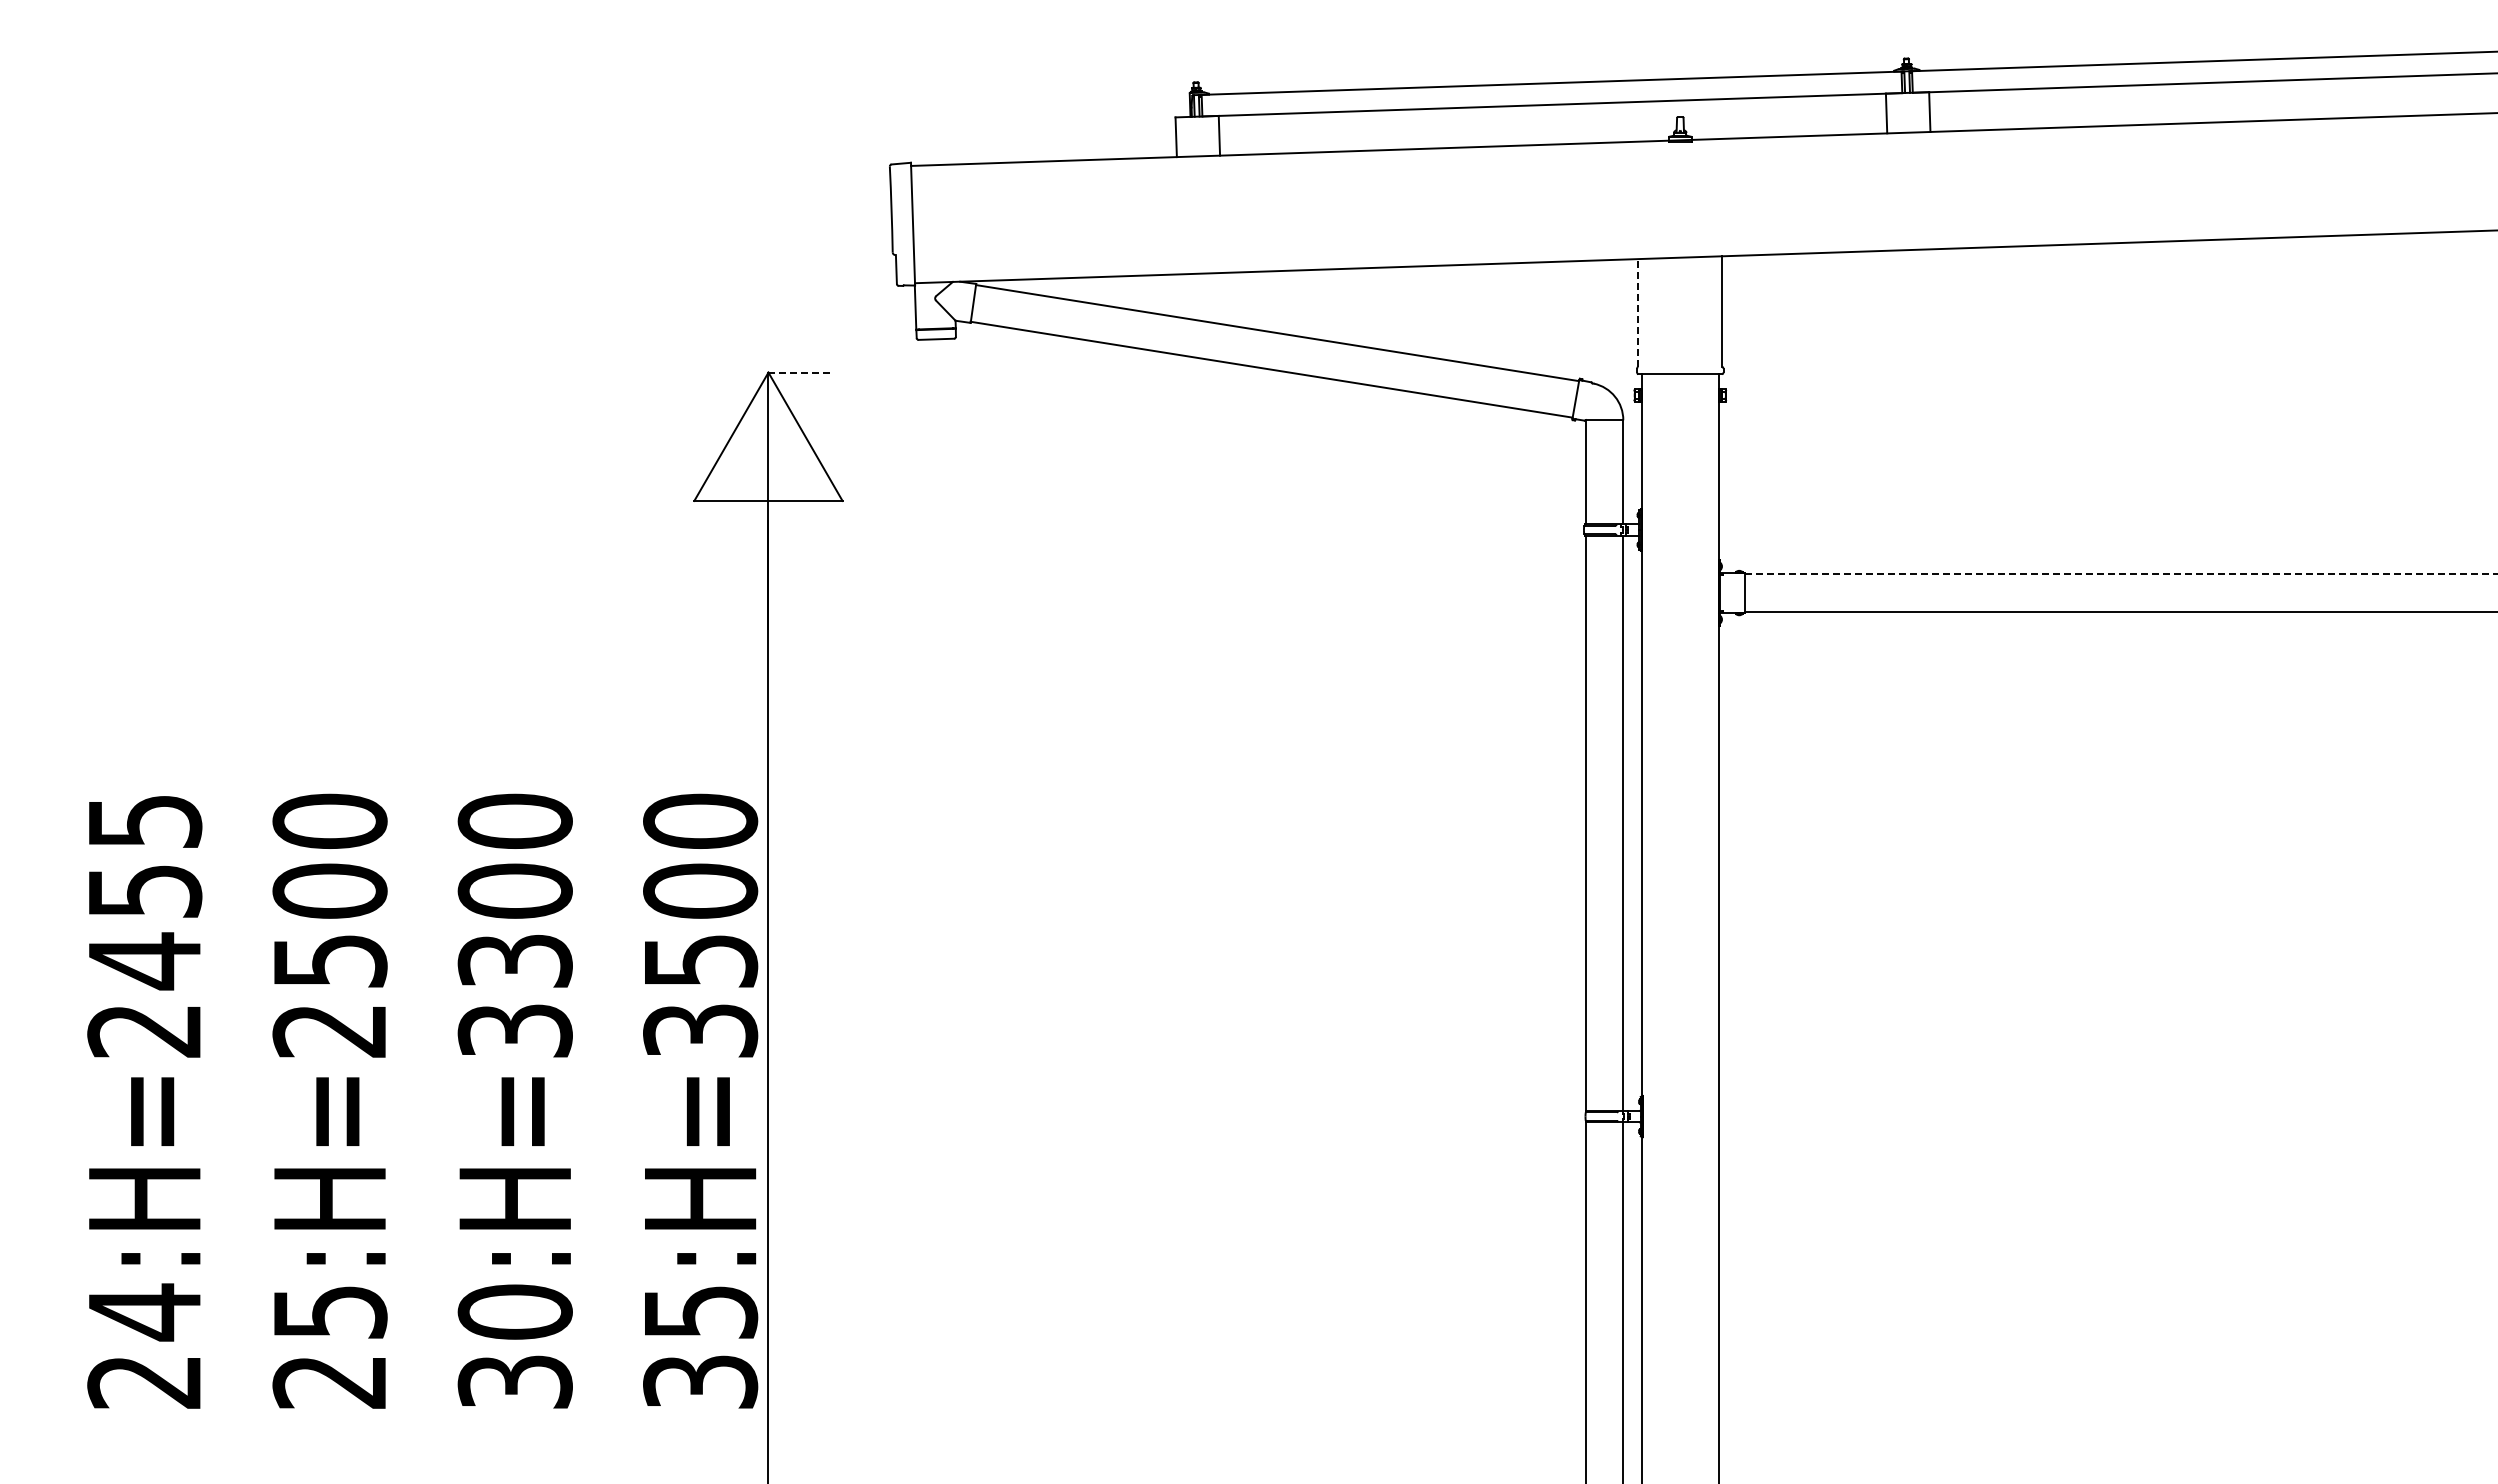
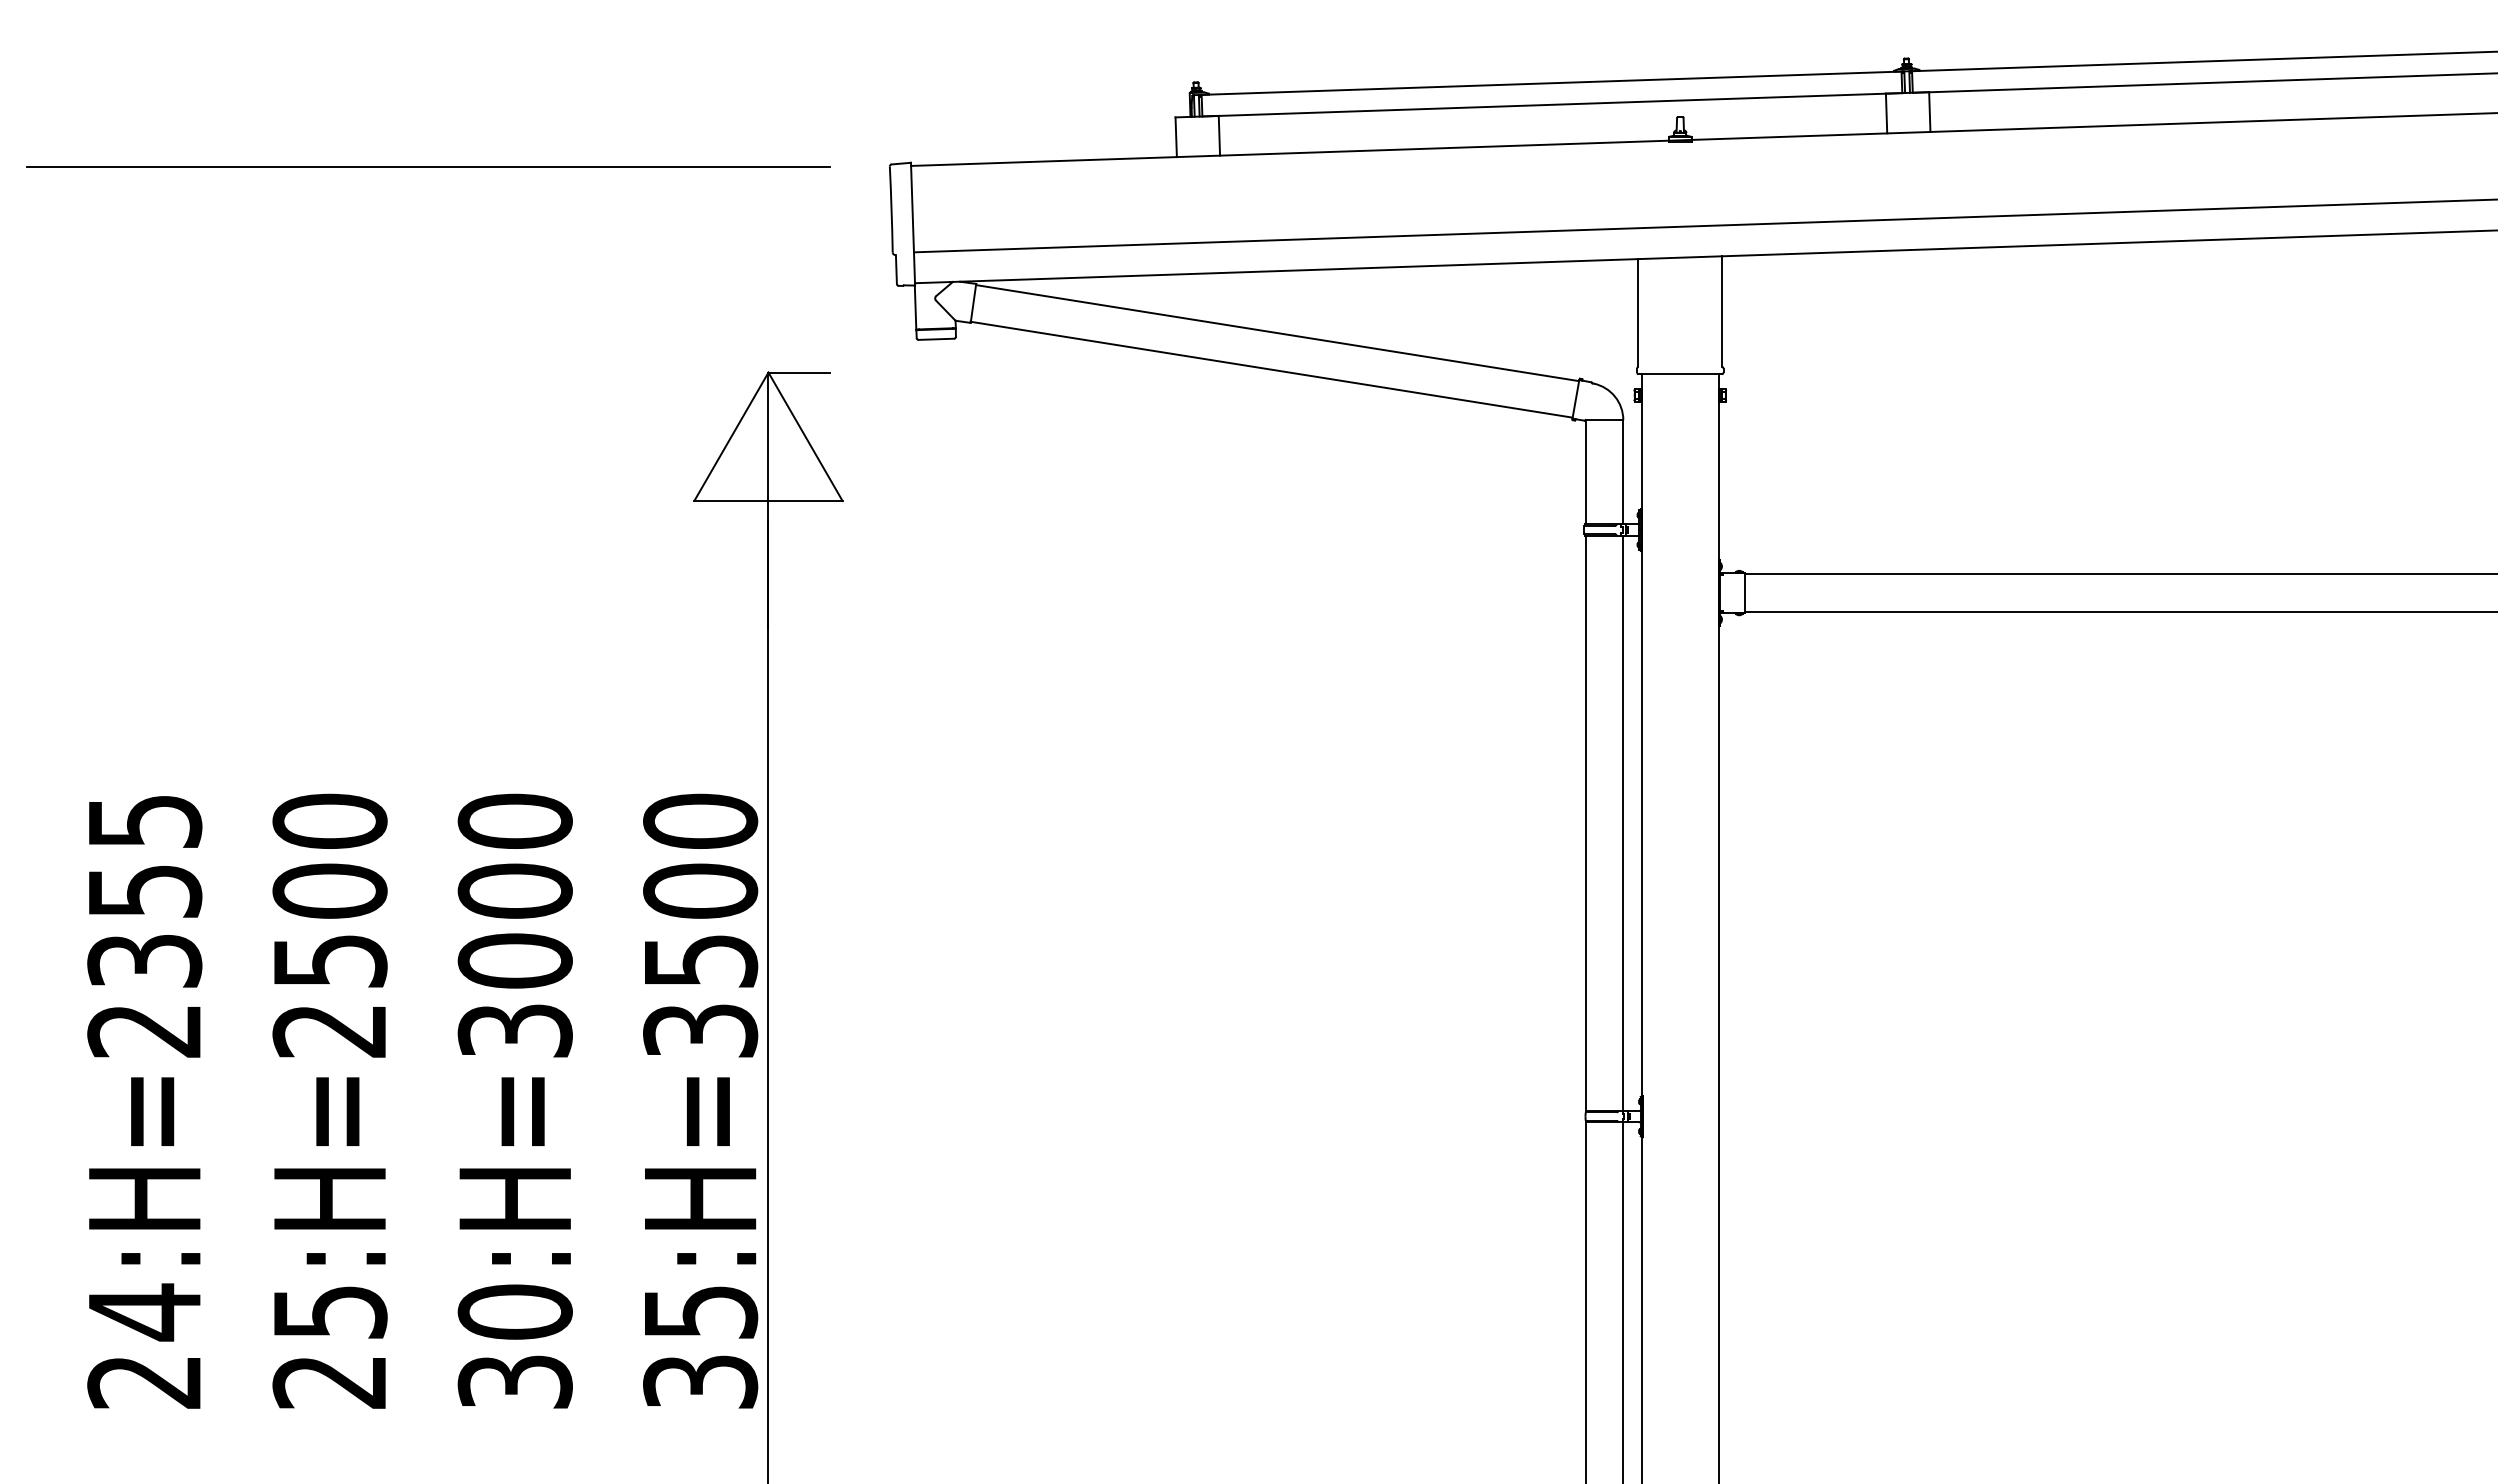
line at (428, 166): none -> present
line at (1704, 225): none -> present
line at (1638, 313): dashed -> solid
line at (798, 372): dashed -> solid
line at (2121, 574): dashed -> solid
text at (514, 960): 30:H=3300 -> 30:H=3000
text at (144, 961): 24:H=2455 -> 24:H=2355
